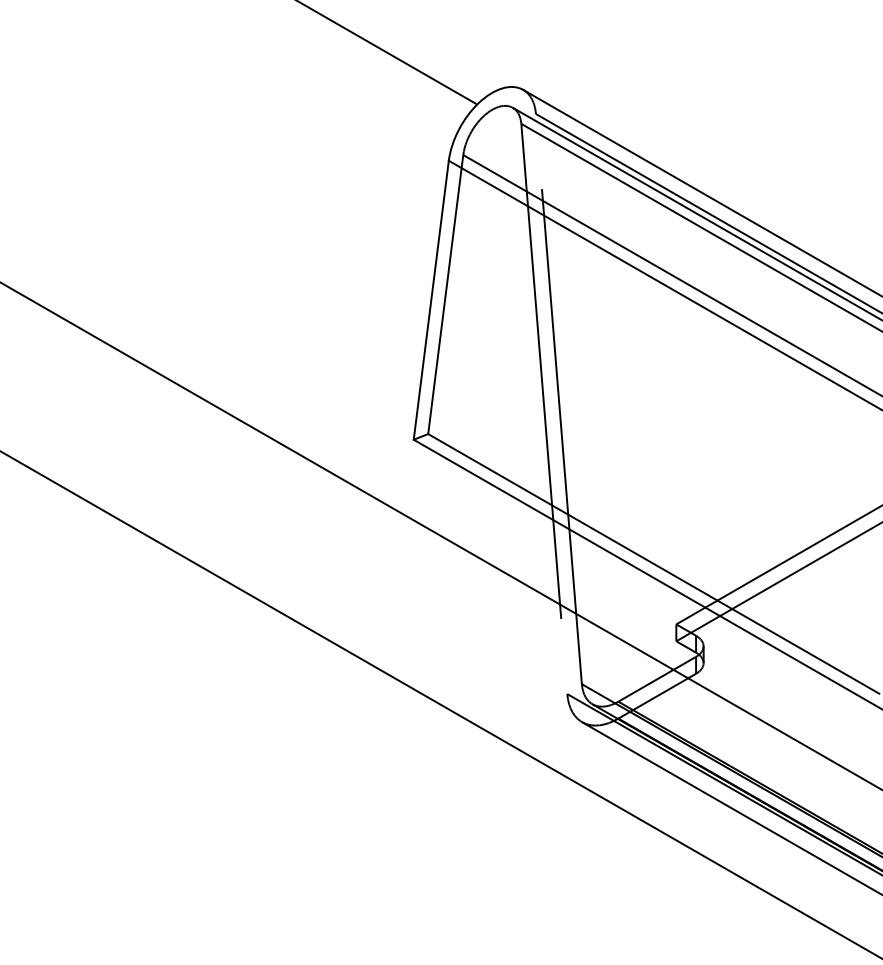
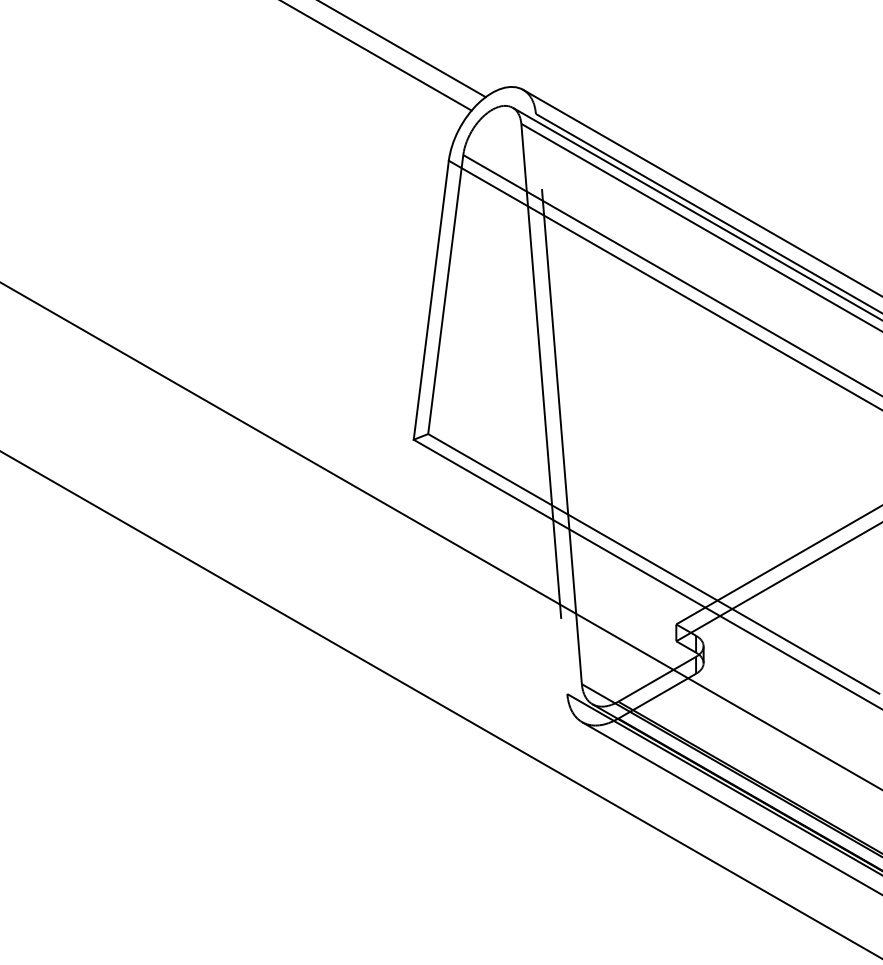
line at (403, 49): none -> present
line at (387, 52) position: (387, 52) -> (377, 56)
